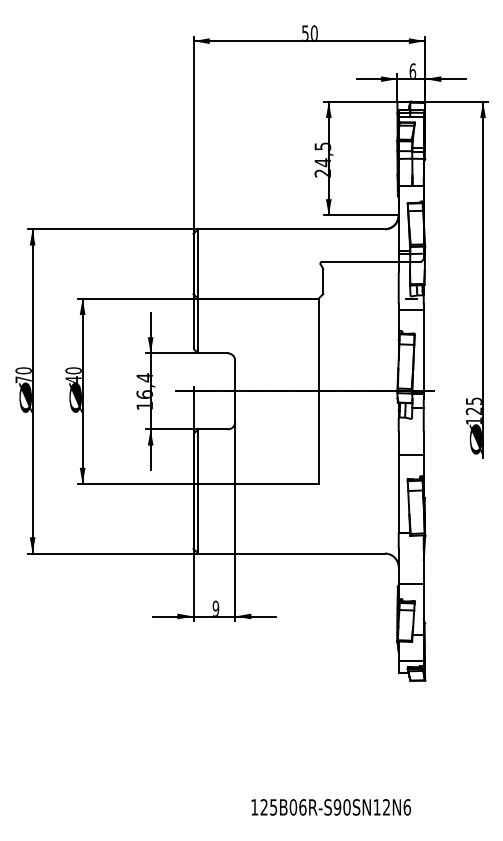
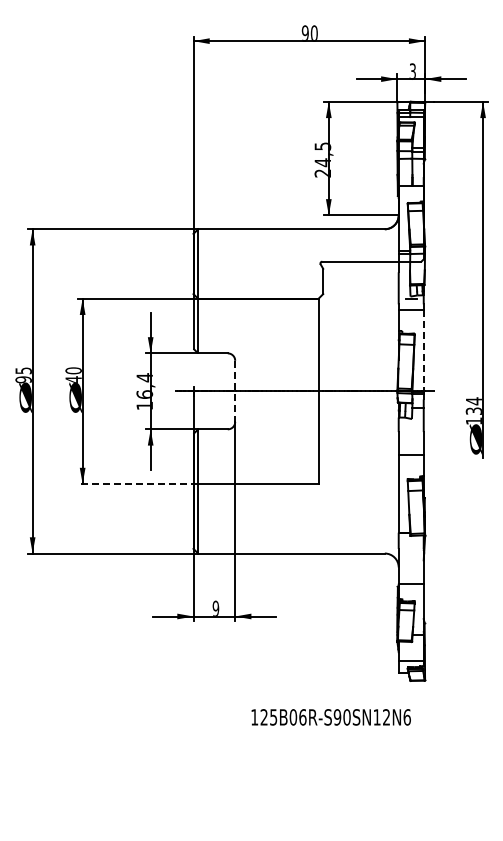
text at (304, 32): 50 -> 90
text at (412, 70): 6 -> 3
line at (423, 351): solid -> dashed
text at (23, 375): 70 -> 95
line at (235, 391): solid -> dashed
text at (473, 405): 125 -> 134
line at (137, 484): solid -> dashed
text at (330, 807) position: (330, 807) -> (330, 717)
